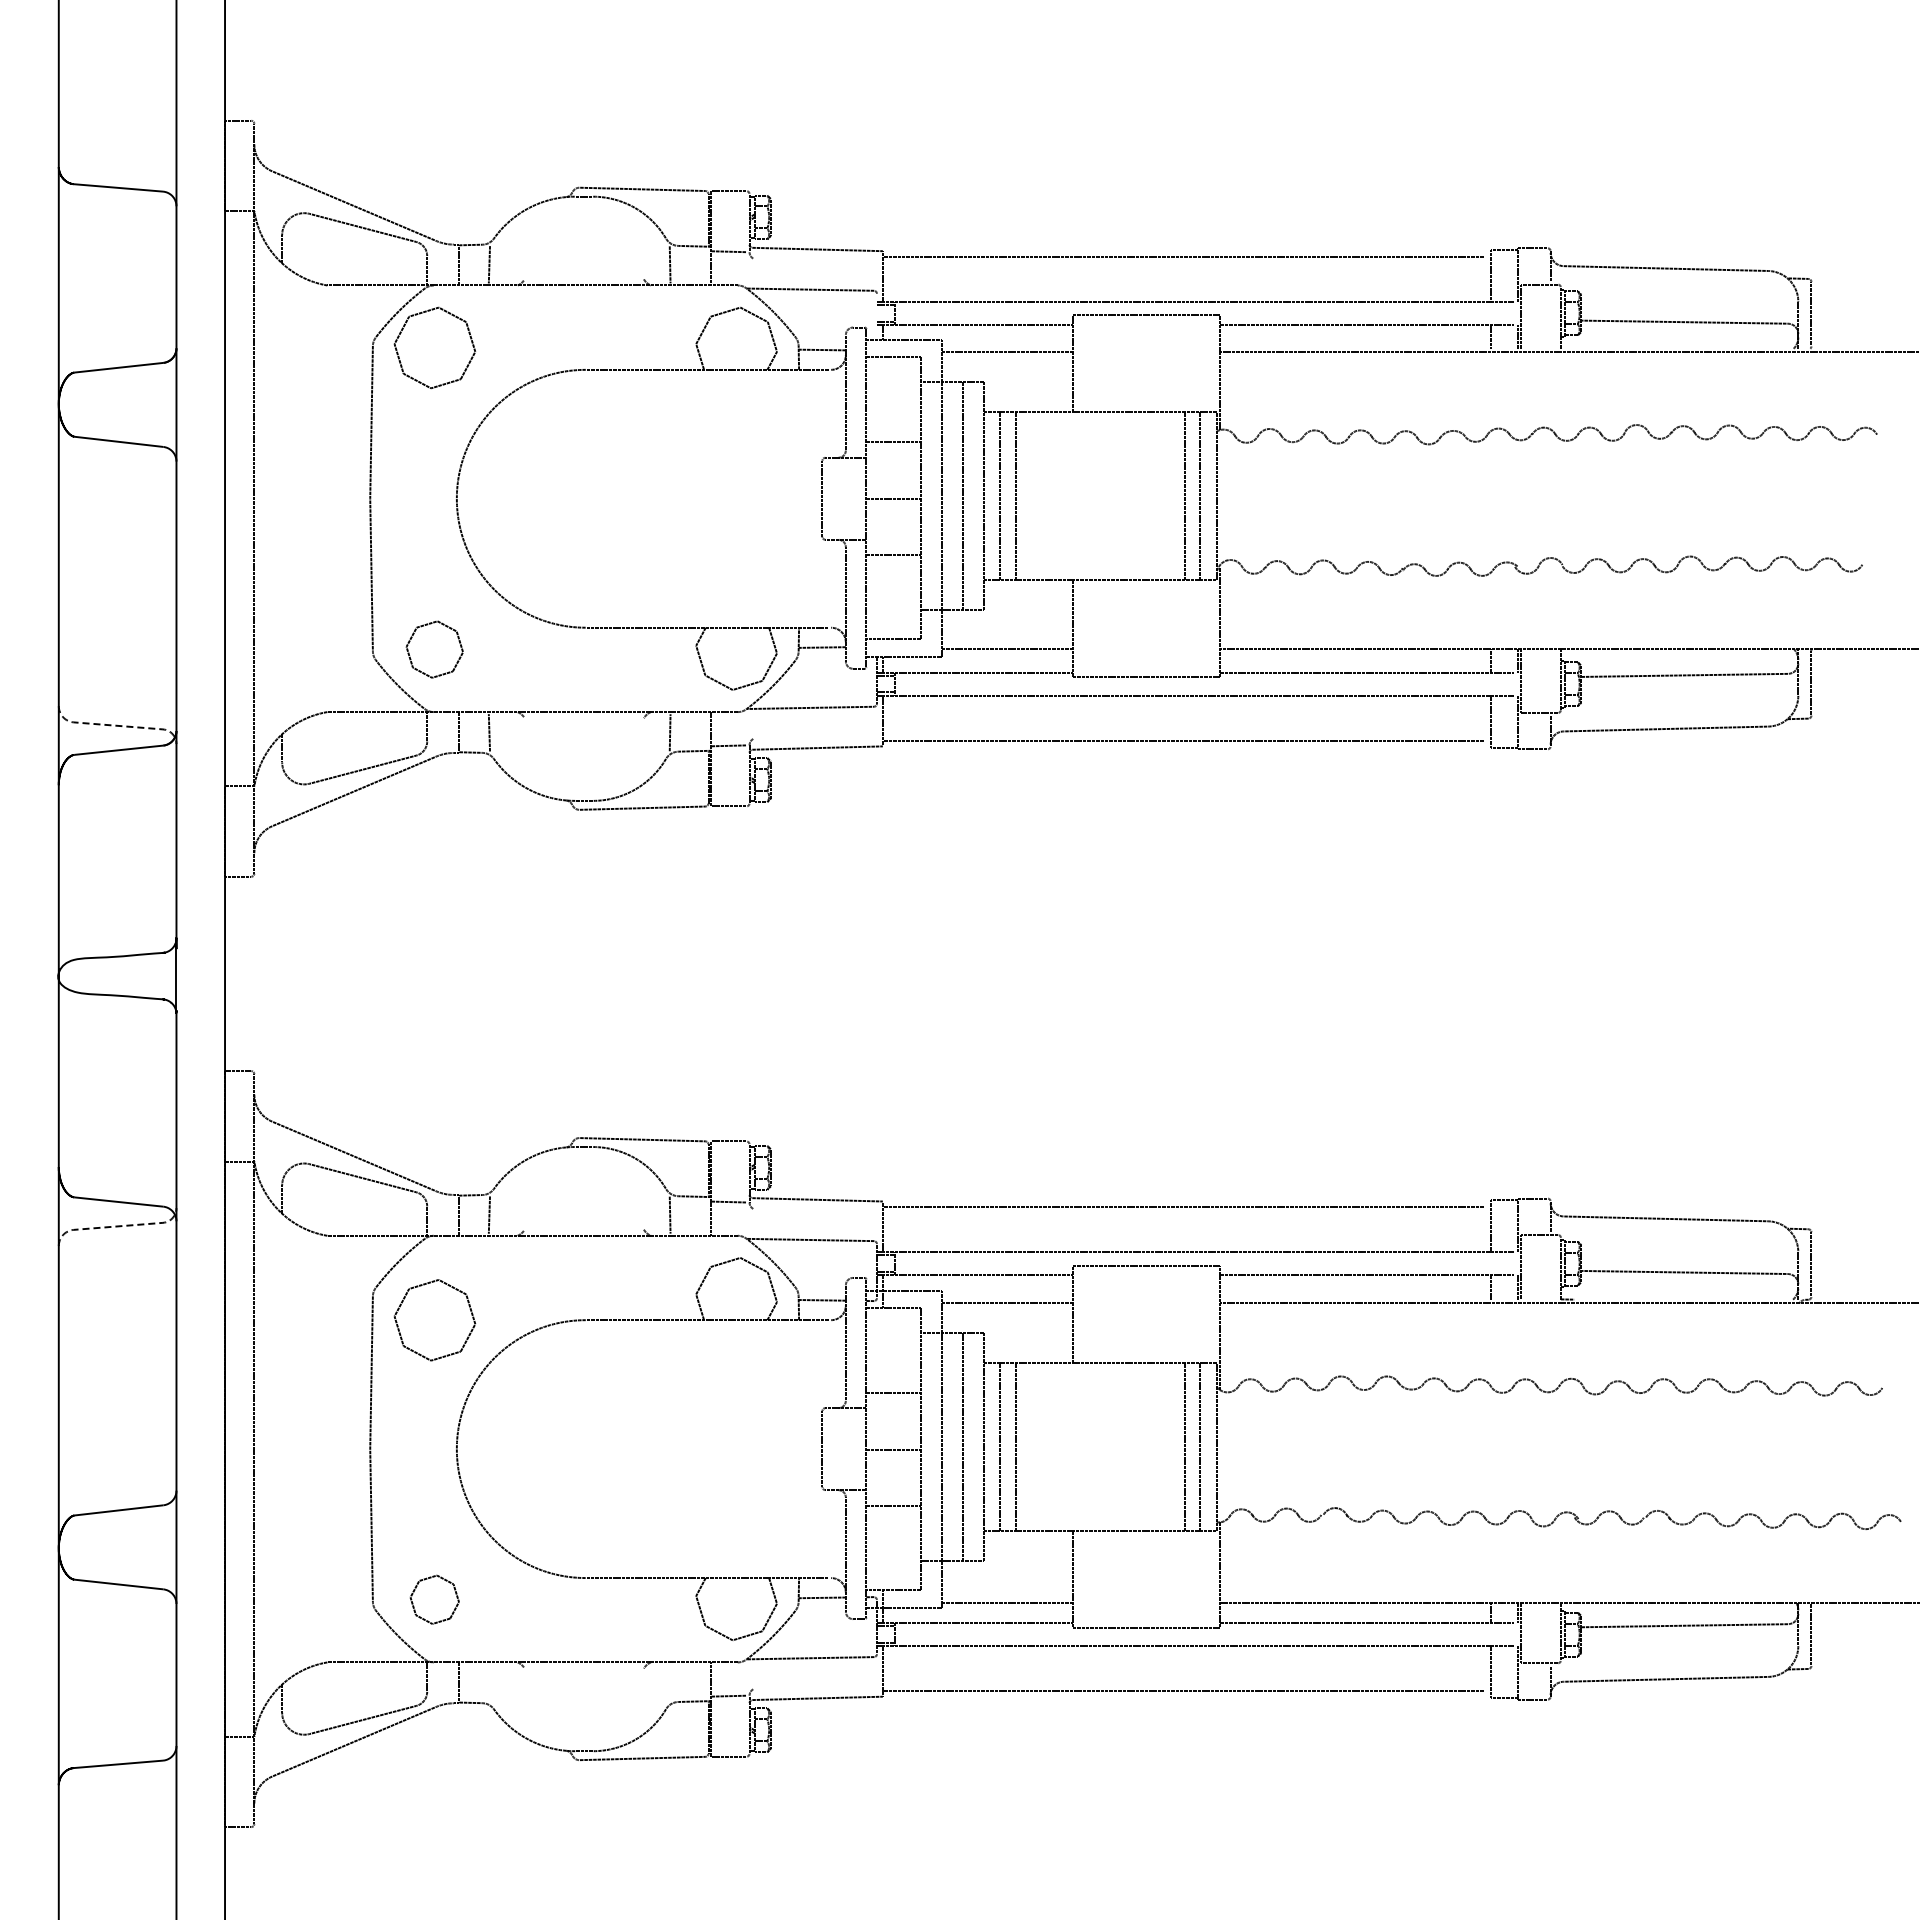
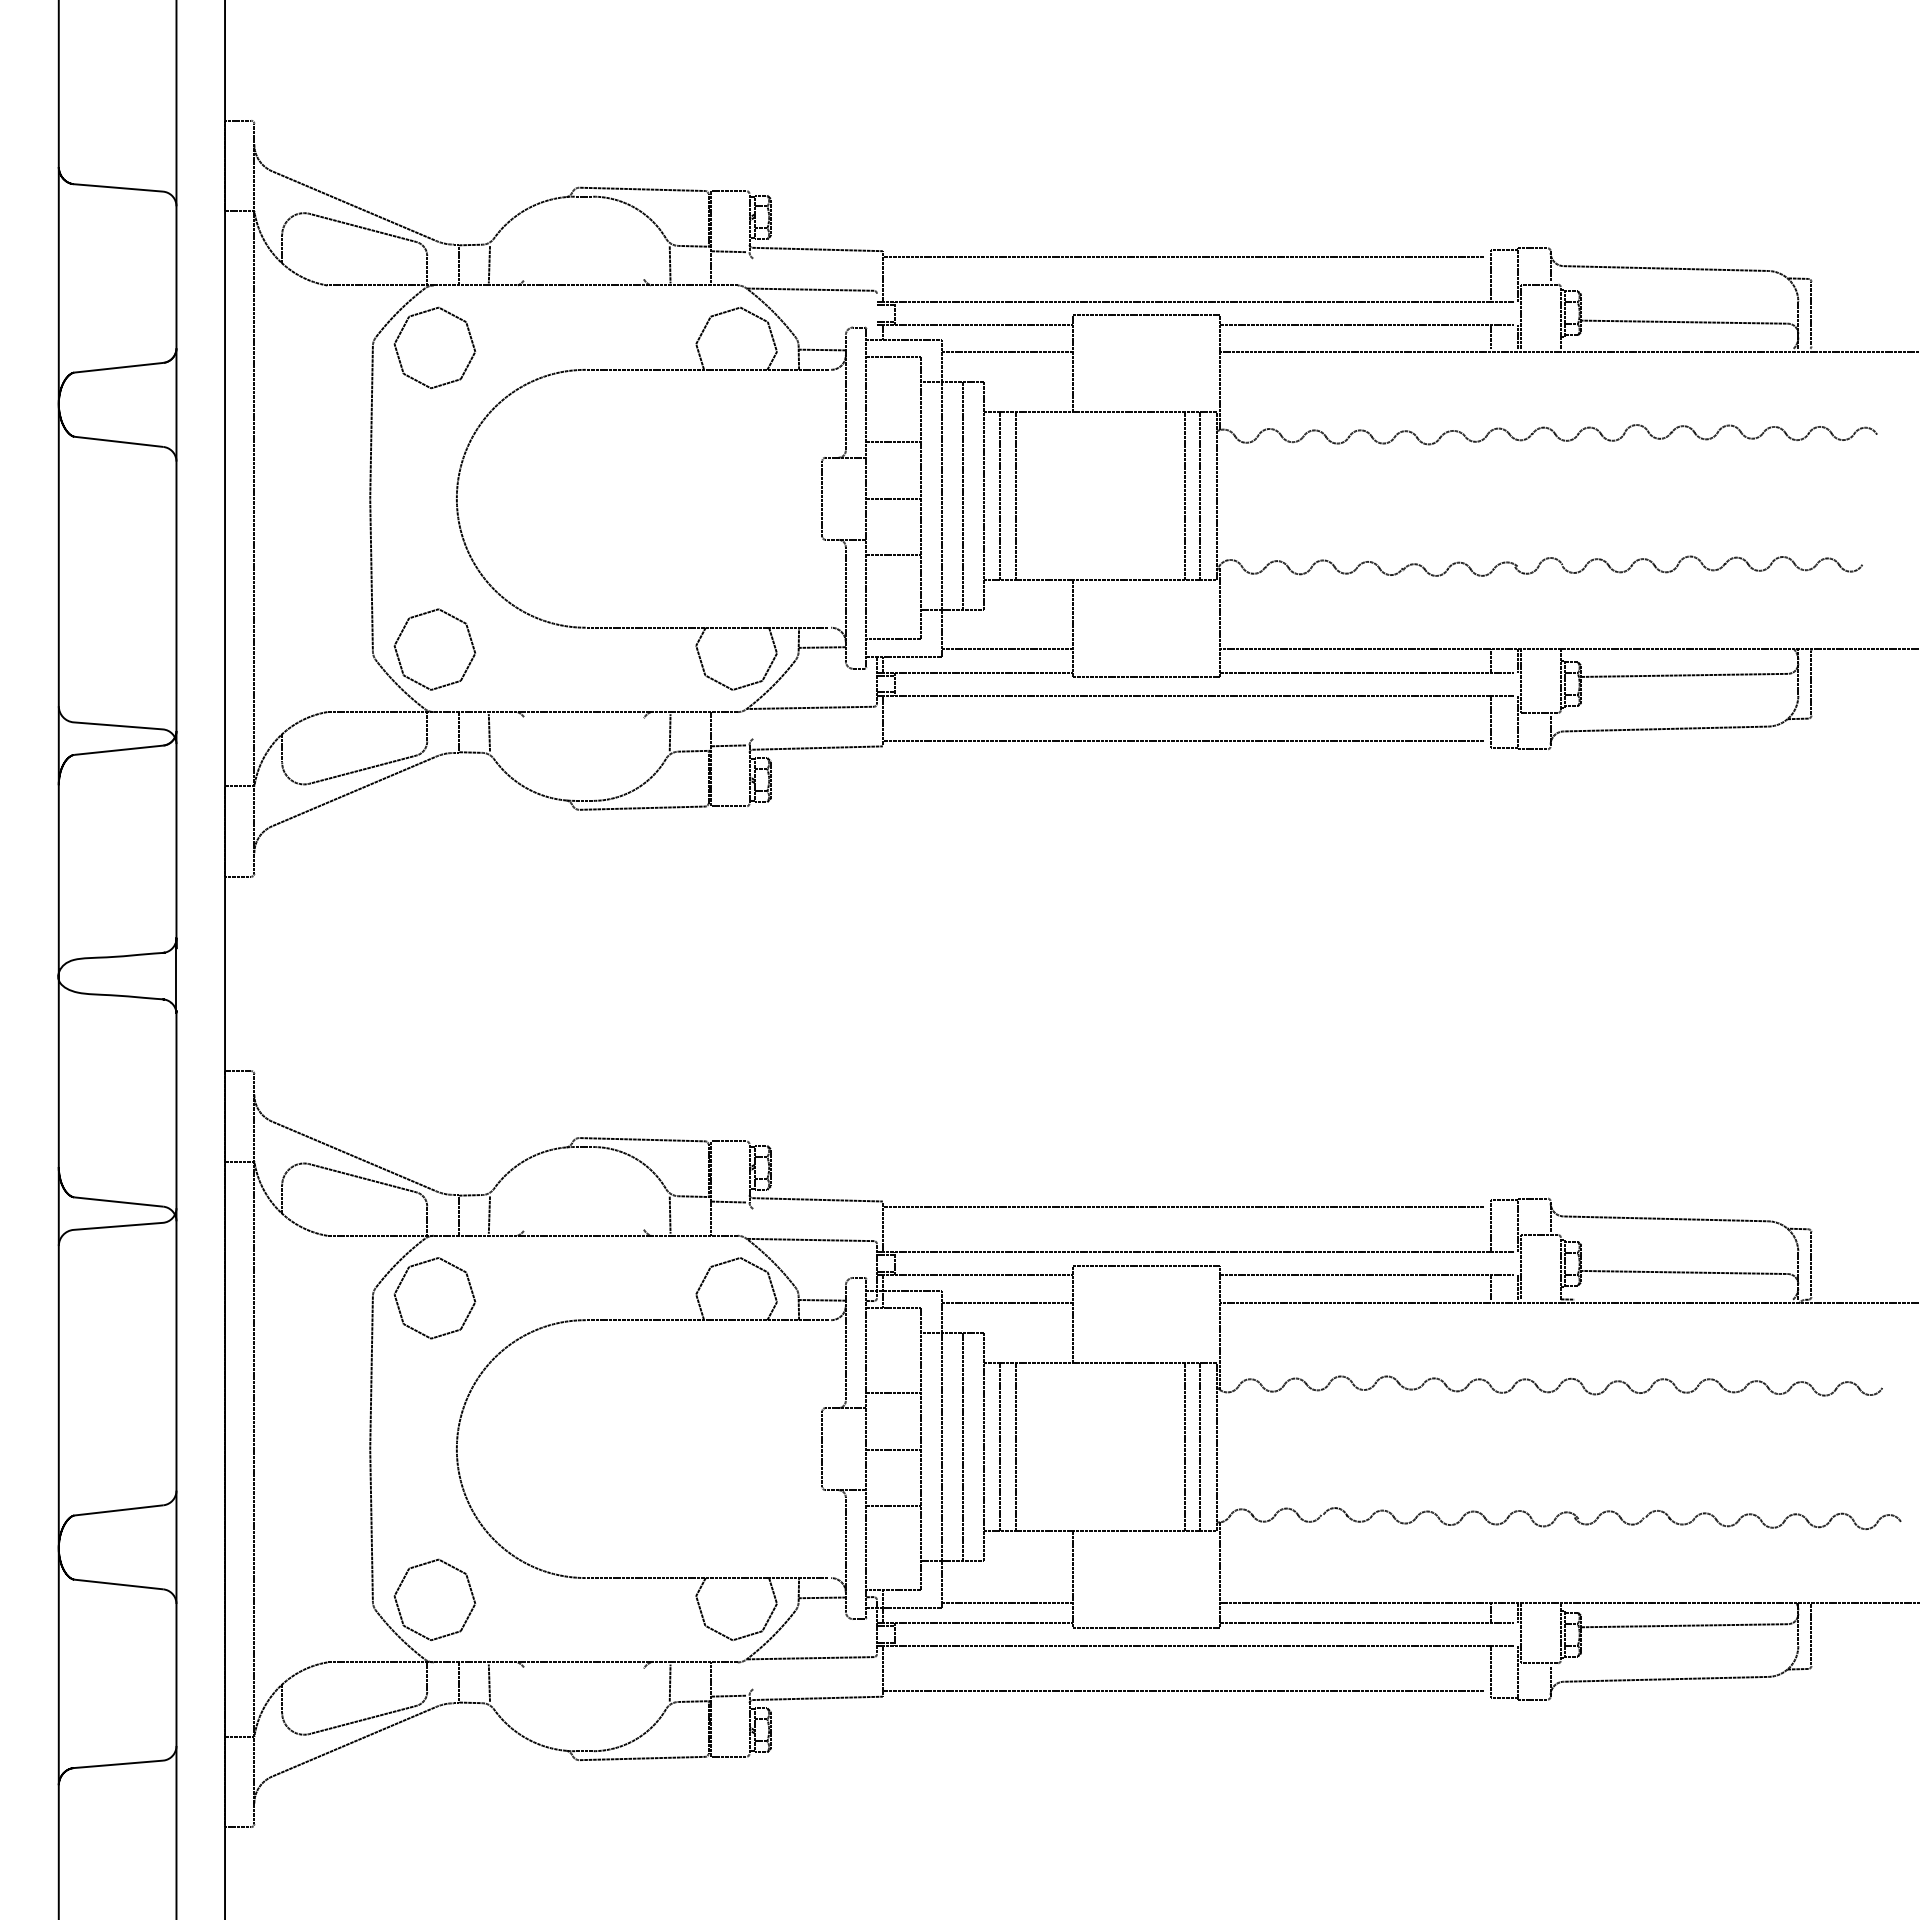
part at (434, 649) size: 59x59 px -> 83x83 px
line at (116, 725): dashed -> solid
line at (116, 1226): dashed -> solid
part at (434, 1320) position: (434, 1320) -> (434, 1298)
part at (434, 1599) size: 51x51 px -> 83x83 px
line at (489, 1682): none -> present
line at (669, 1682): none -> present
